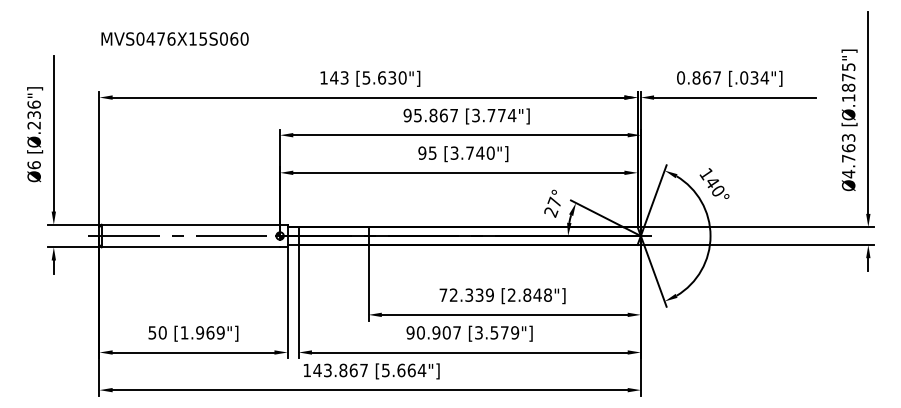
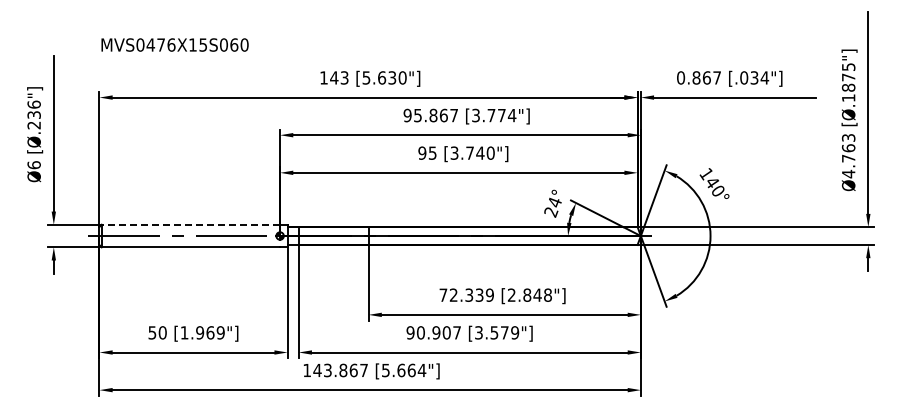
text at (174, 38) position: (174, 38) -> (174, 44)
text at (554, 201): 27° -> 24°
line at (190, 224): solid -> dashed
